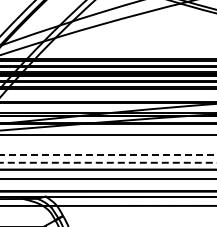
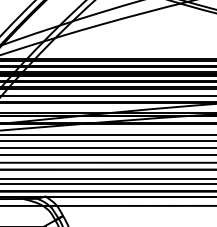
line at (107, 95): none -> present
line at (107, 140): none -> present
line at (107, 148): none -> present
line at (108, 154): dashed -> solid
line at (108, 162): dashed -> solid
line at (107, 183): none -> present
